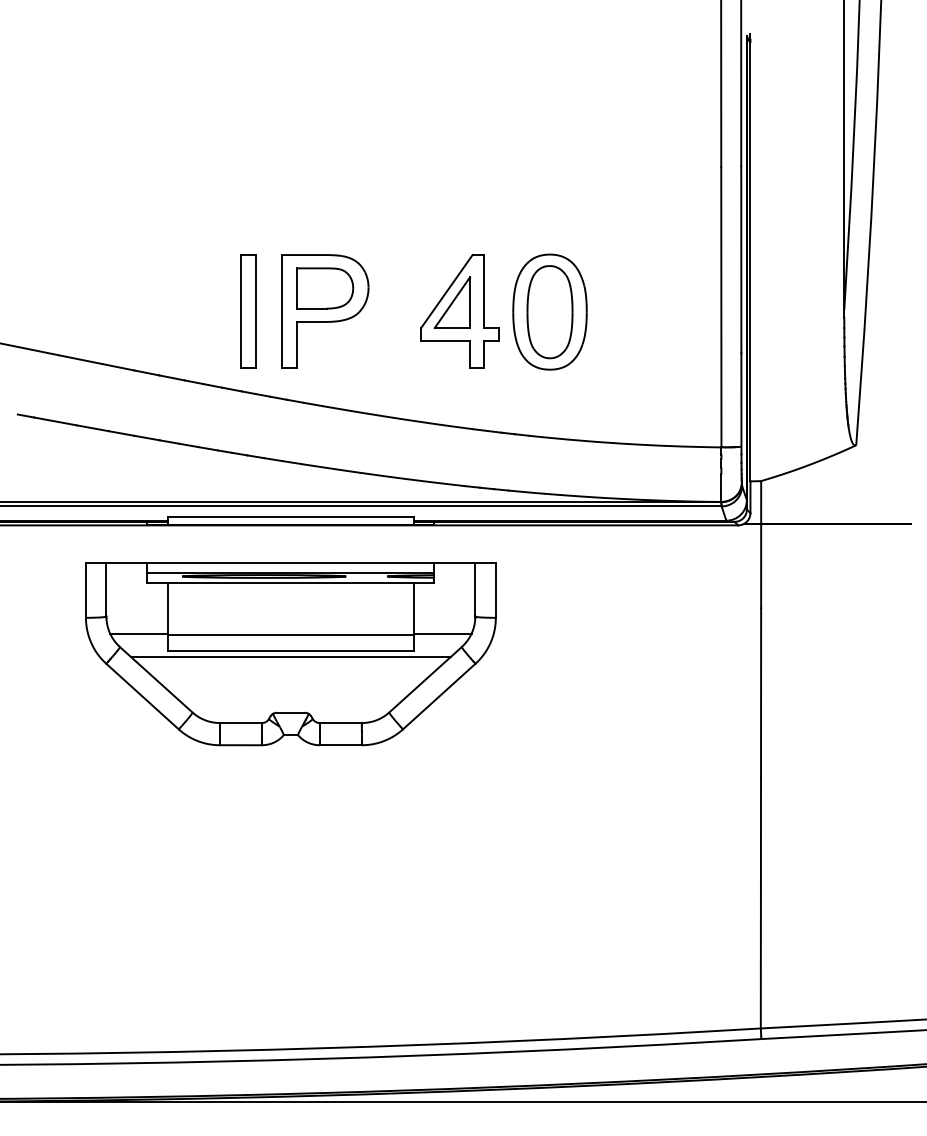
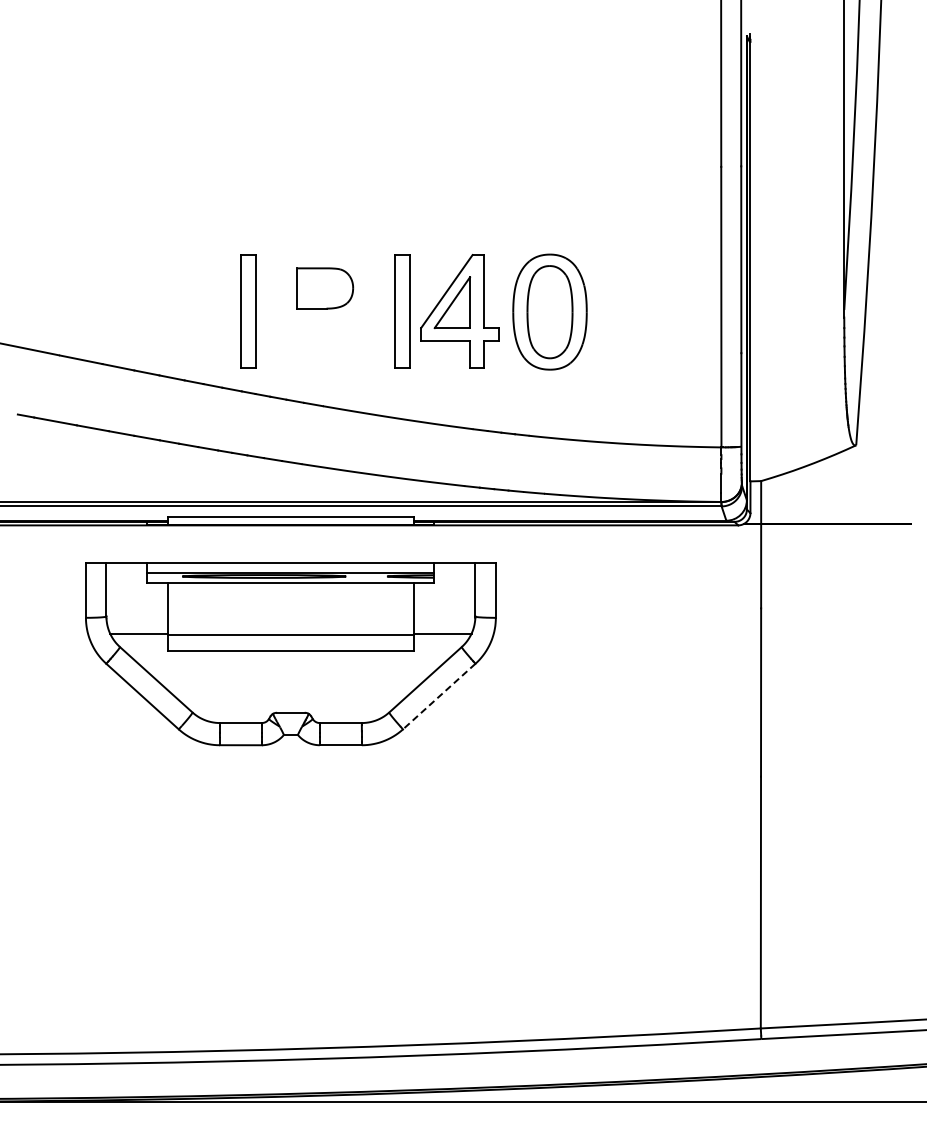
part at (325, 311): present -> none
part at (402, 311): none -> present
line at (290, 657): present -> none
line at (439, 696): solid -> dashed
